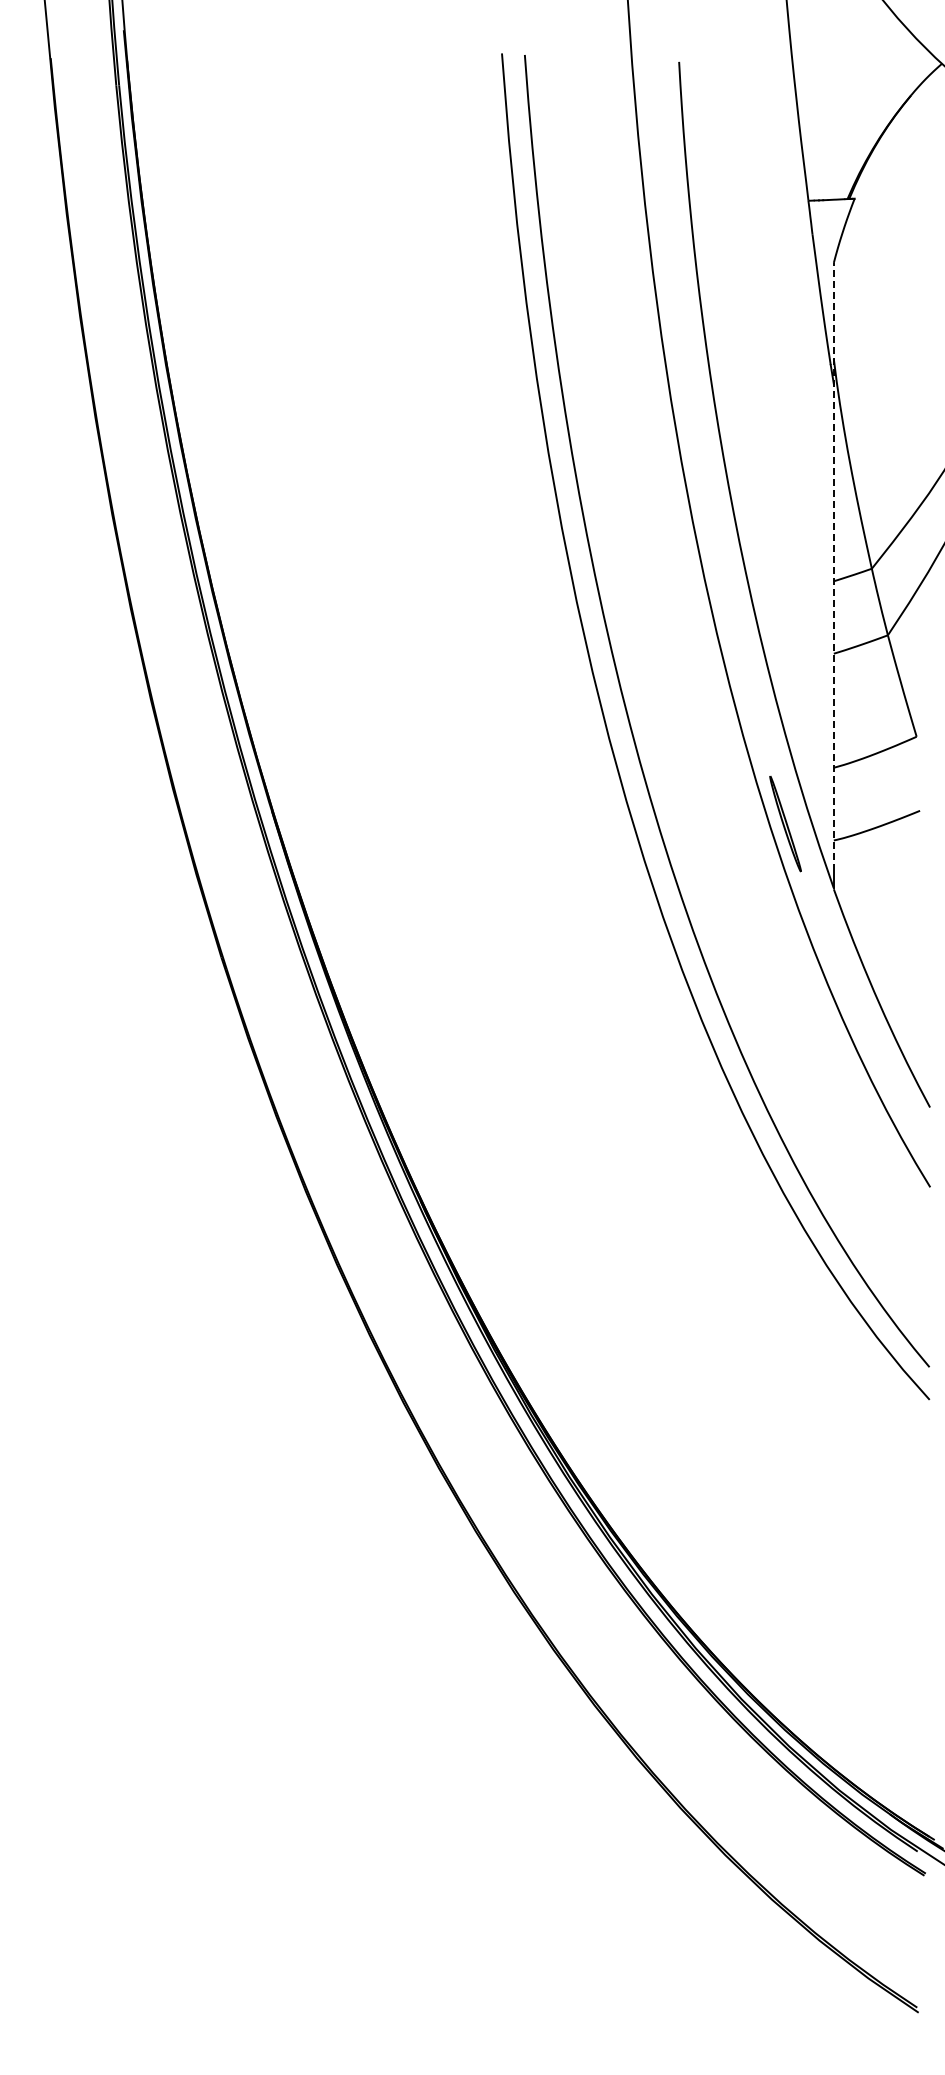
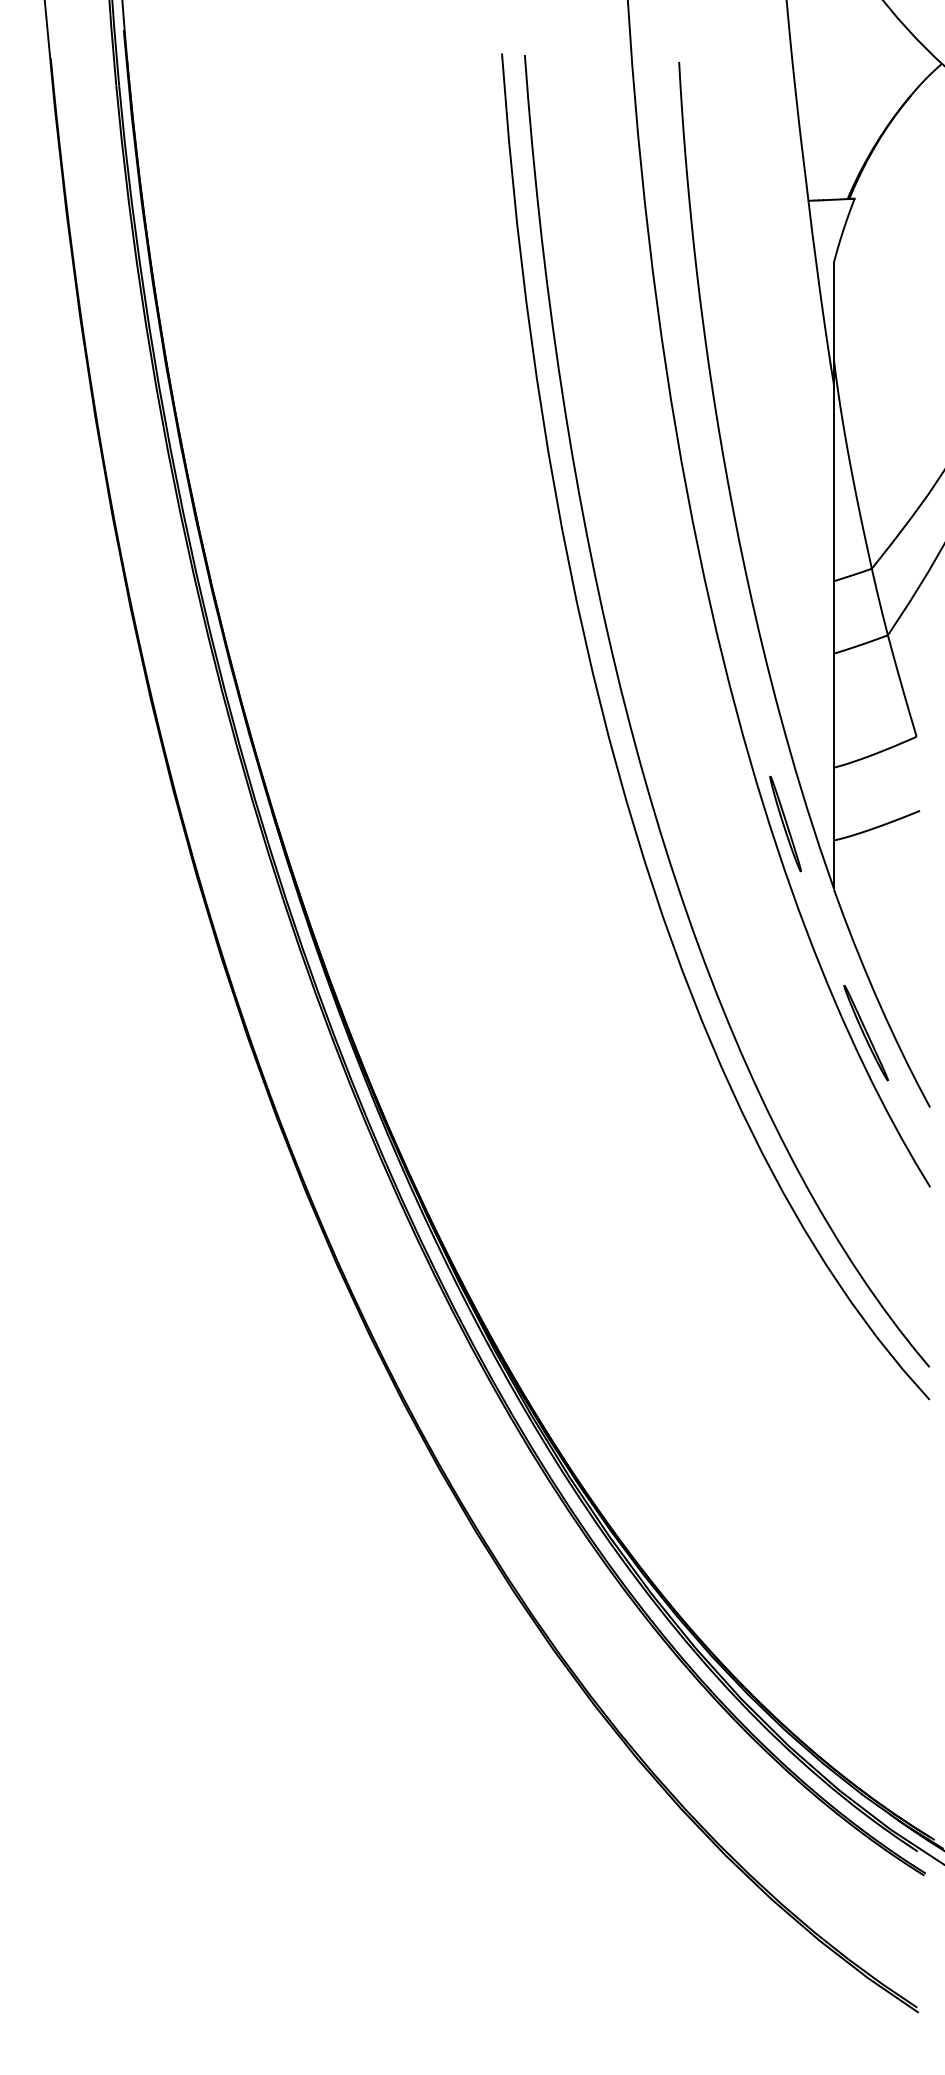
line at (833, 566): dashed -> solid
part at (866, 1033): none -> present
